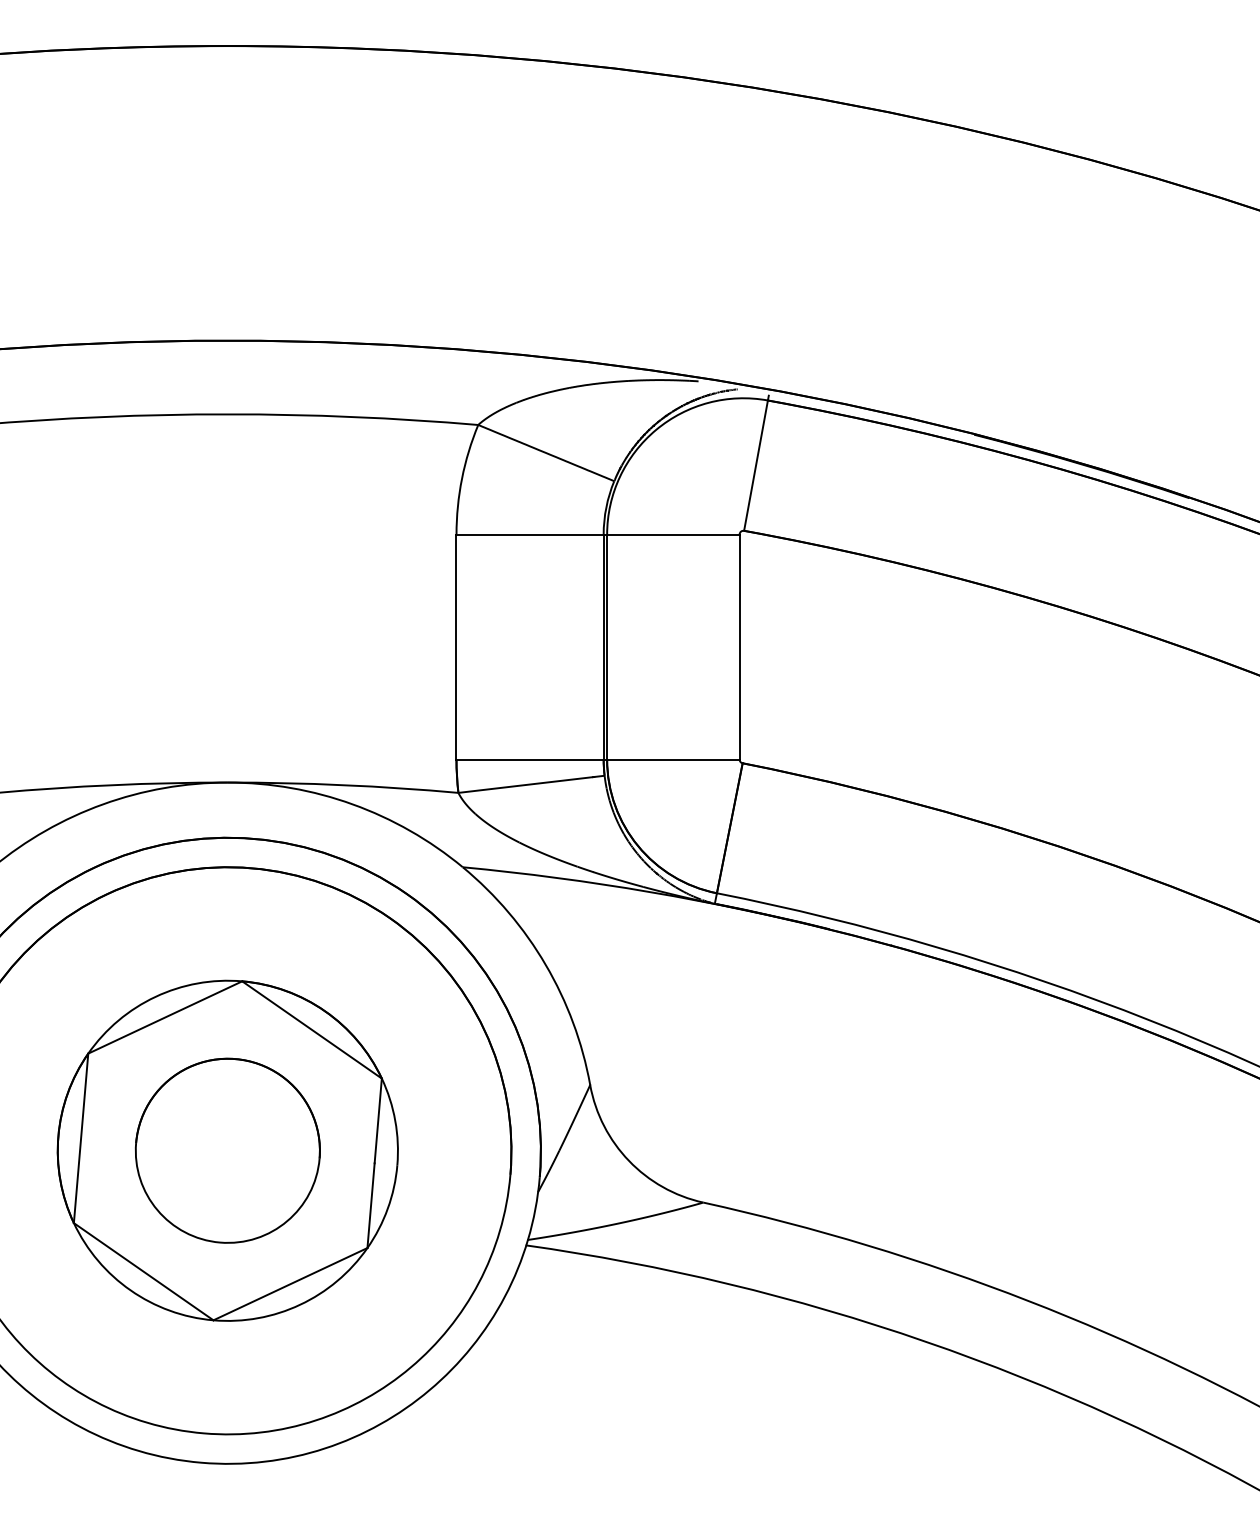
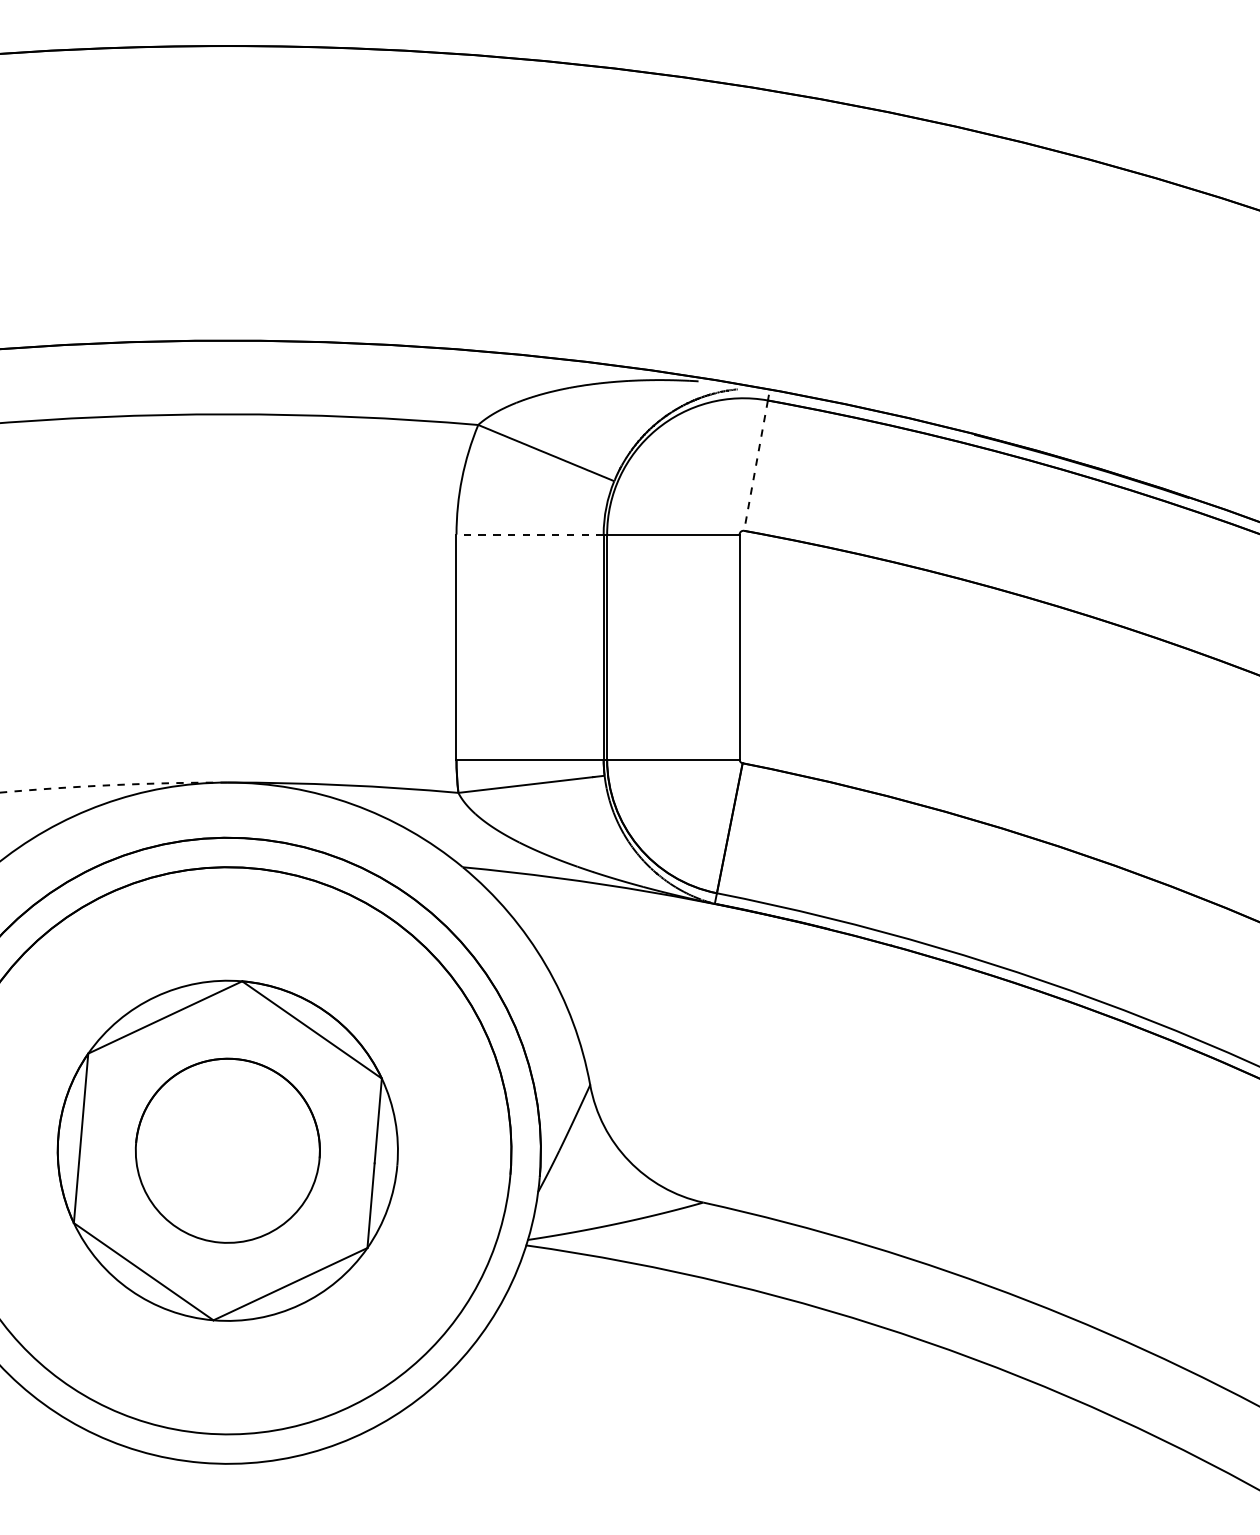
line at (755, 466): solid -> dashed
line at (530, 534): solid -> dashed
arc at (113, 785): solid -> dashed
